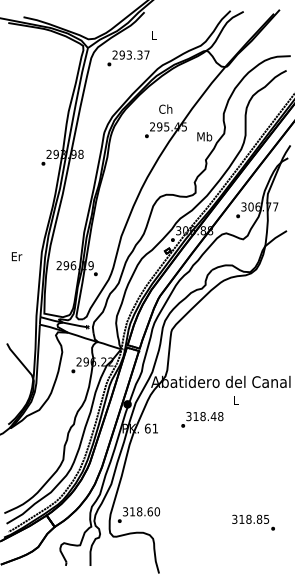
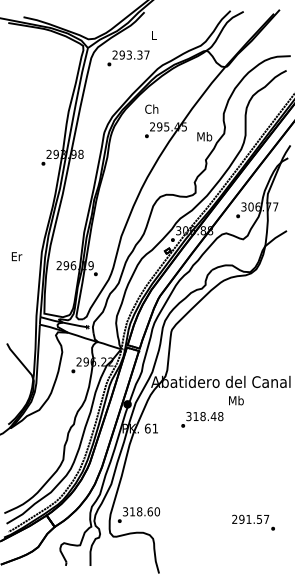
text at (165, 108) position: (165, 108) -> (151, 108)
text at (236, 400): L -> Mb
text at (250, 518): 318.85 -> 291.57
